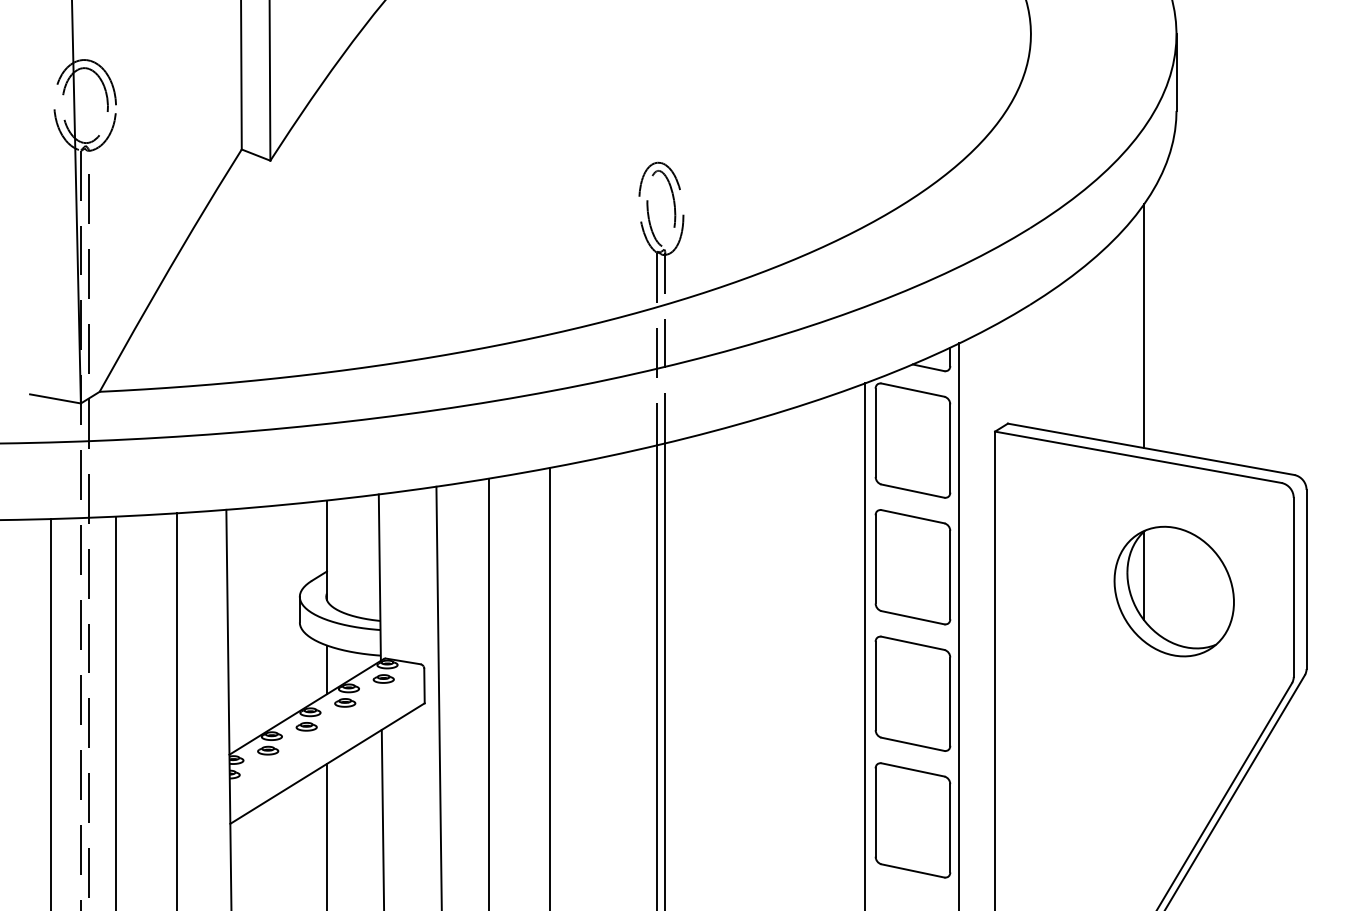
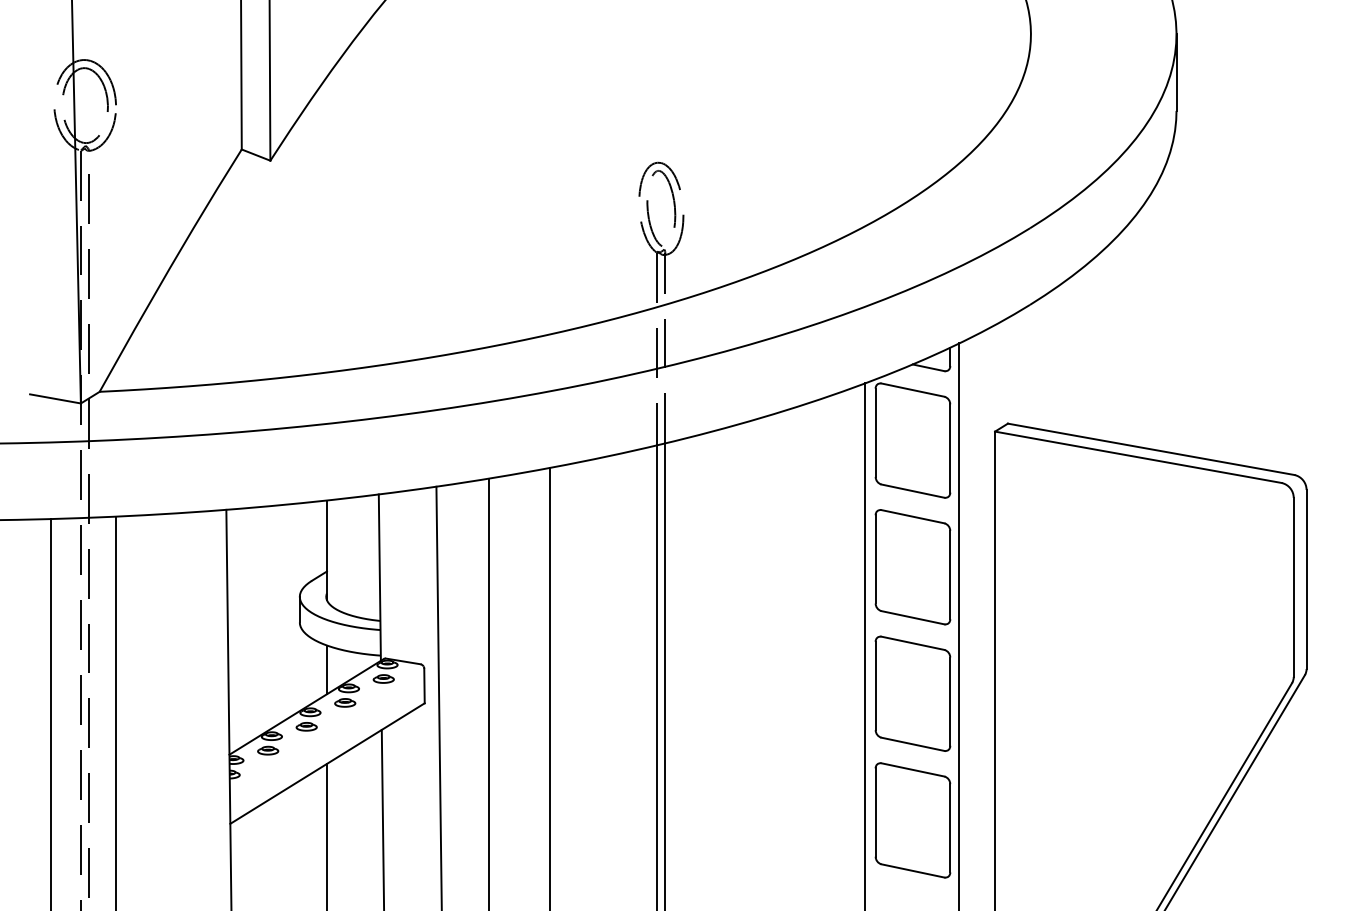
line at (1144, 326): present -> none
part at (1173, 591): present -> none
line at (177, 710): present -> none
